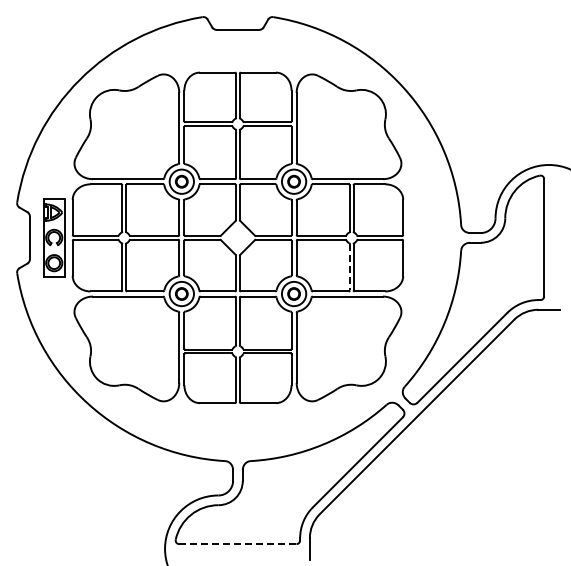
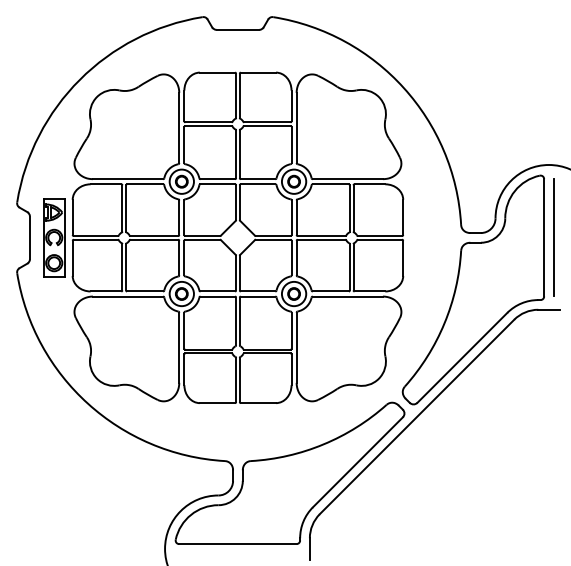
line at (553, 237): none -> present
line at (349, 267): dashed -> solid
line at (237, 544): dashed -> solid
